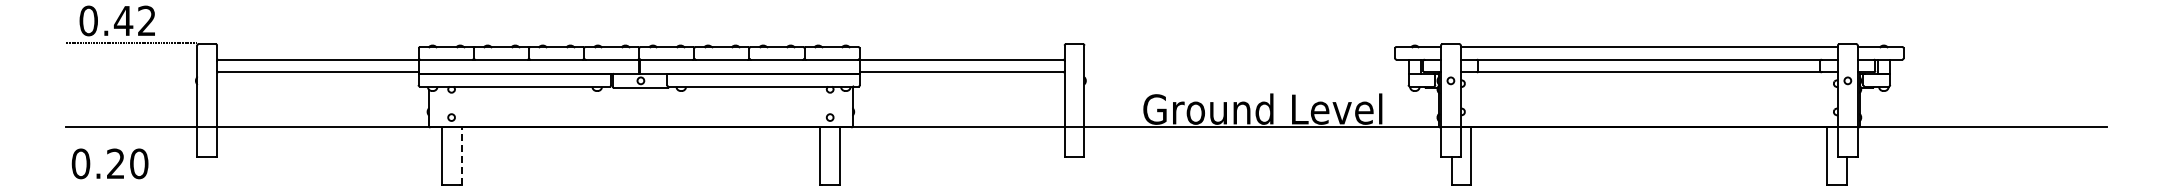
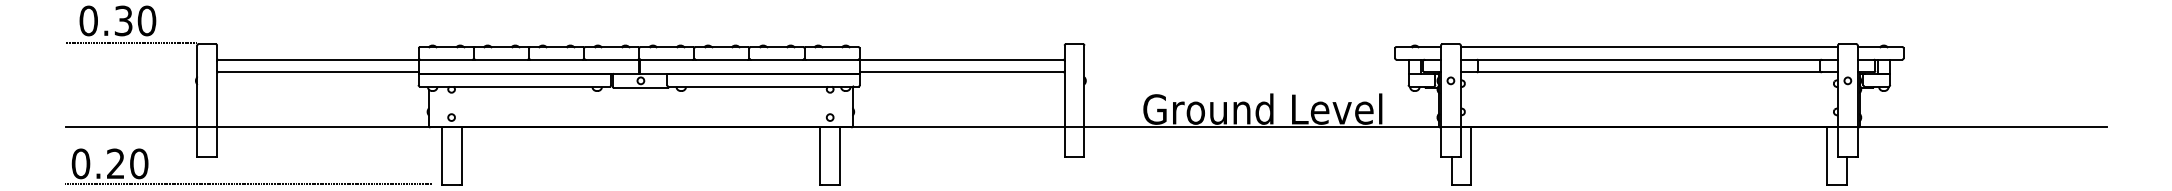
text at (134, 20): 0.42 -> 0.30
line at (461, 156): dashed -> solid
line at (248, 183): none -> present
